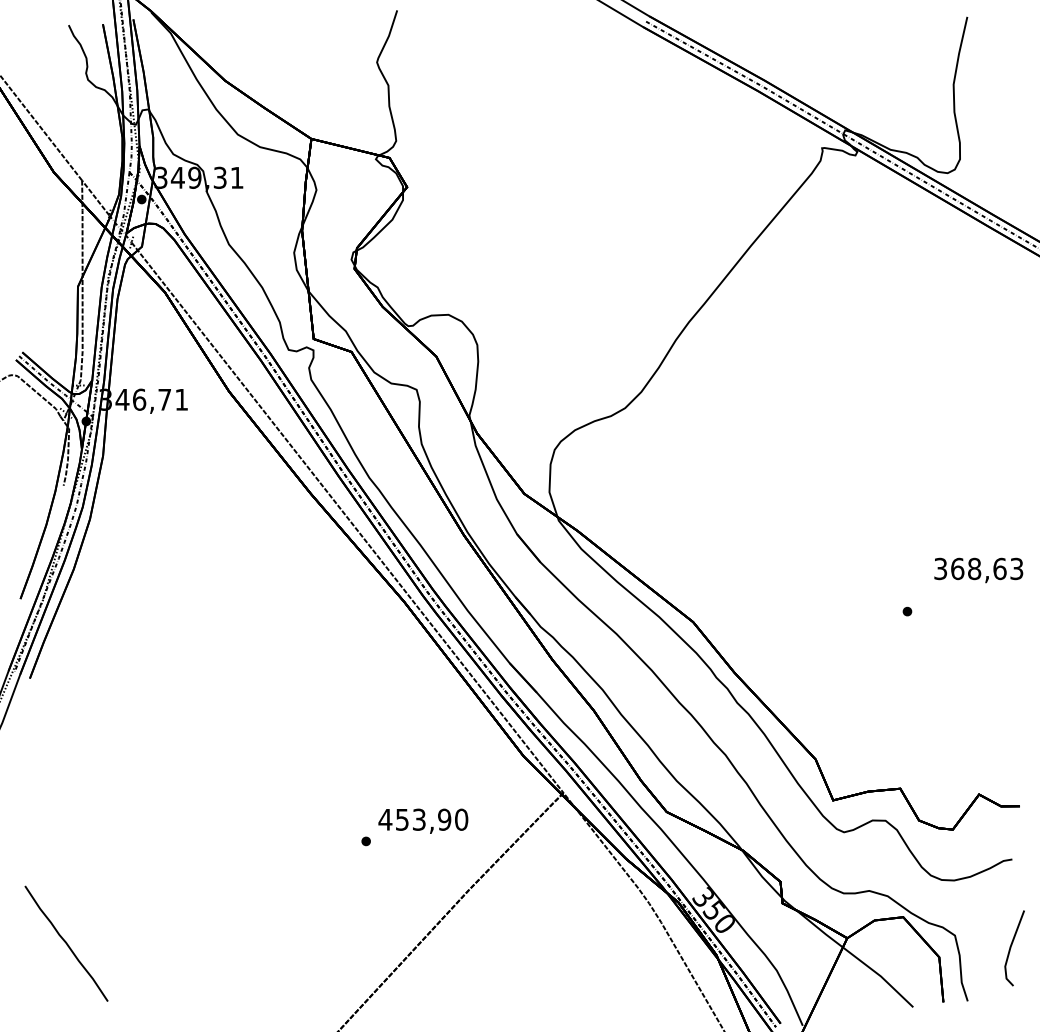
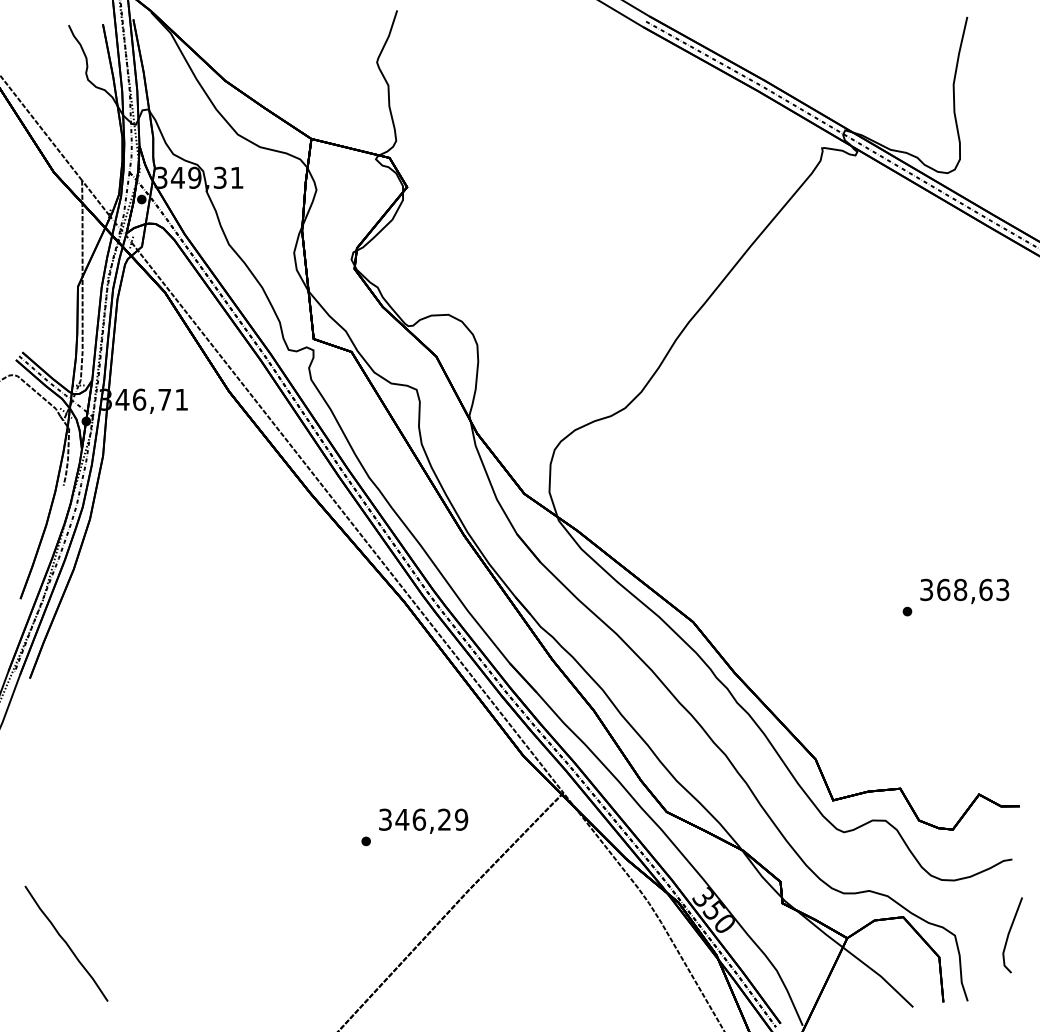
text at (978, 570) position: (978, 570) -> (964, 591)
text at (423, 819): 453,90 -> 346,29
line at (1011, 948) position: (1011, 948) -> (1009, 935)
